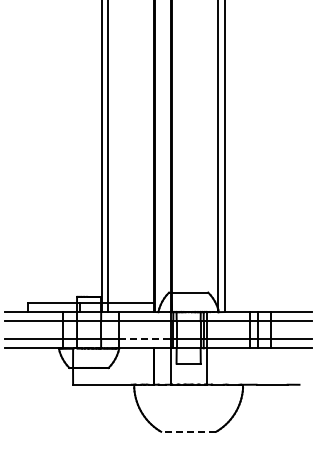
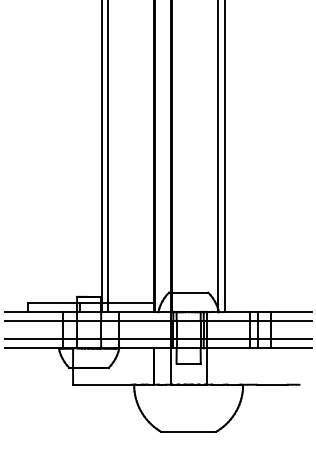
line at (144, 339): dashed -> solid
line at (188, 431): dashed -> solid
